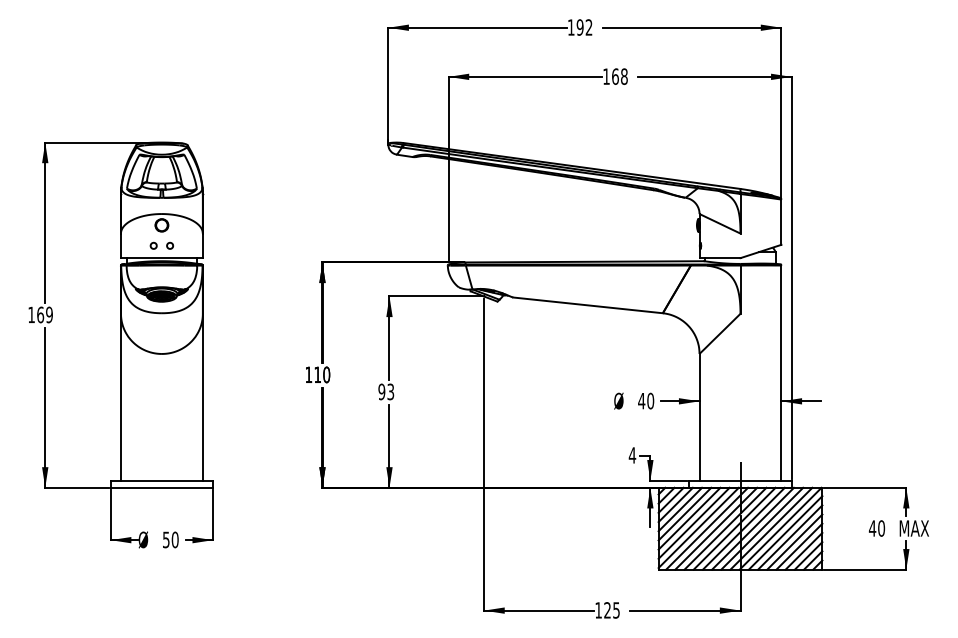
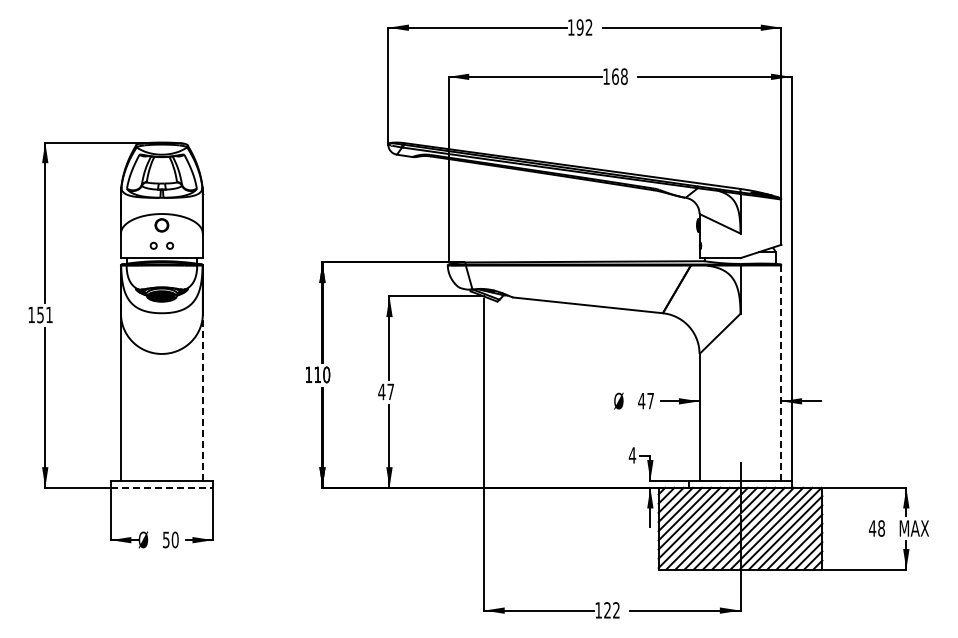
text at (44, 314): 169 -> 151
line at (781, 373): solid -> dashed
text at (386, 391): 93 -> 47
line at (202, 396): solid -> dashed
text at (650, 400): 40 -> 47
line at (162, 487): solid -> dashed
text at (881, 528): 40 -> 48
text at (616, 610): 125 -> 122
